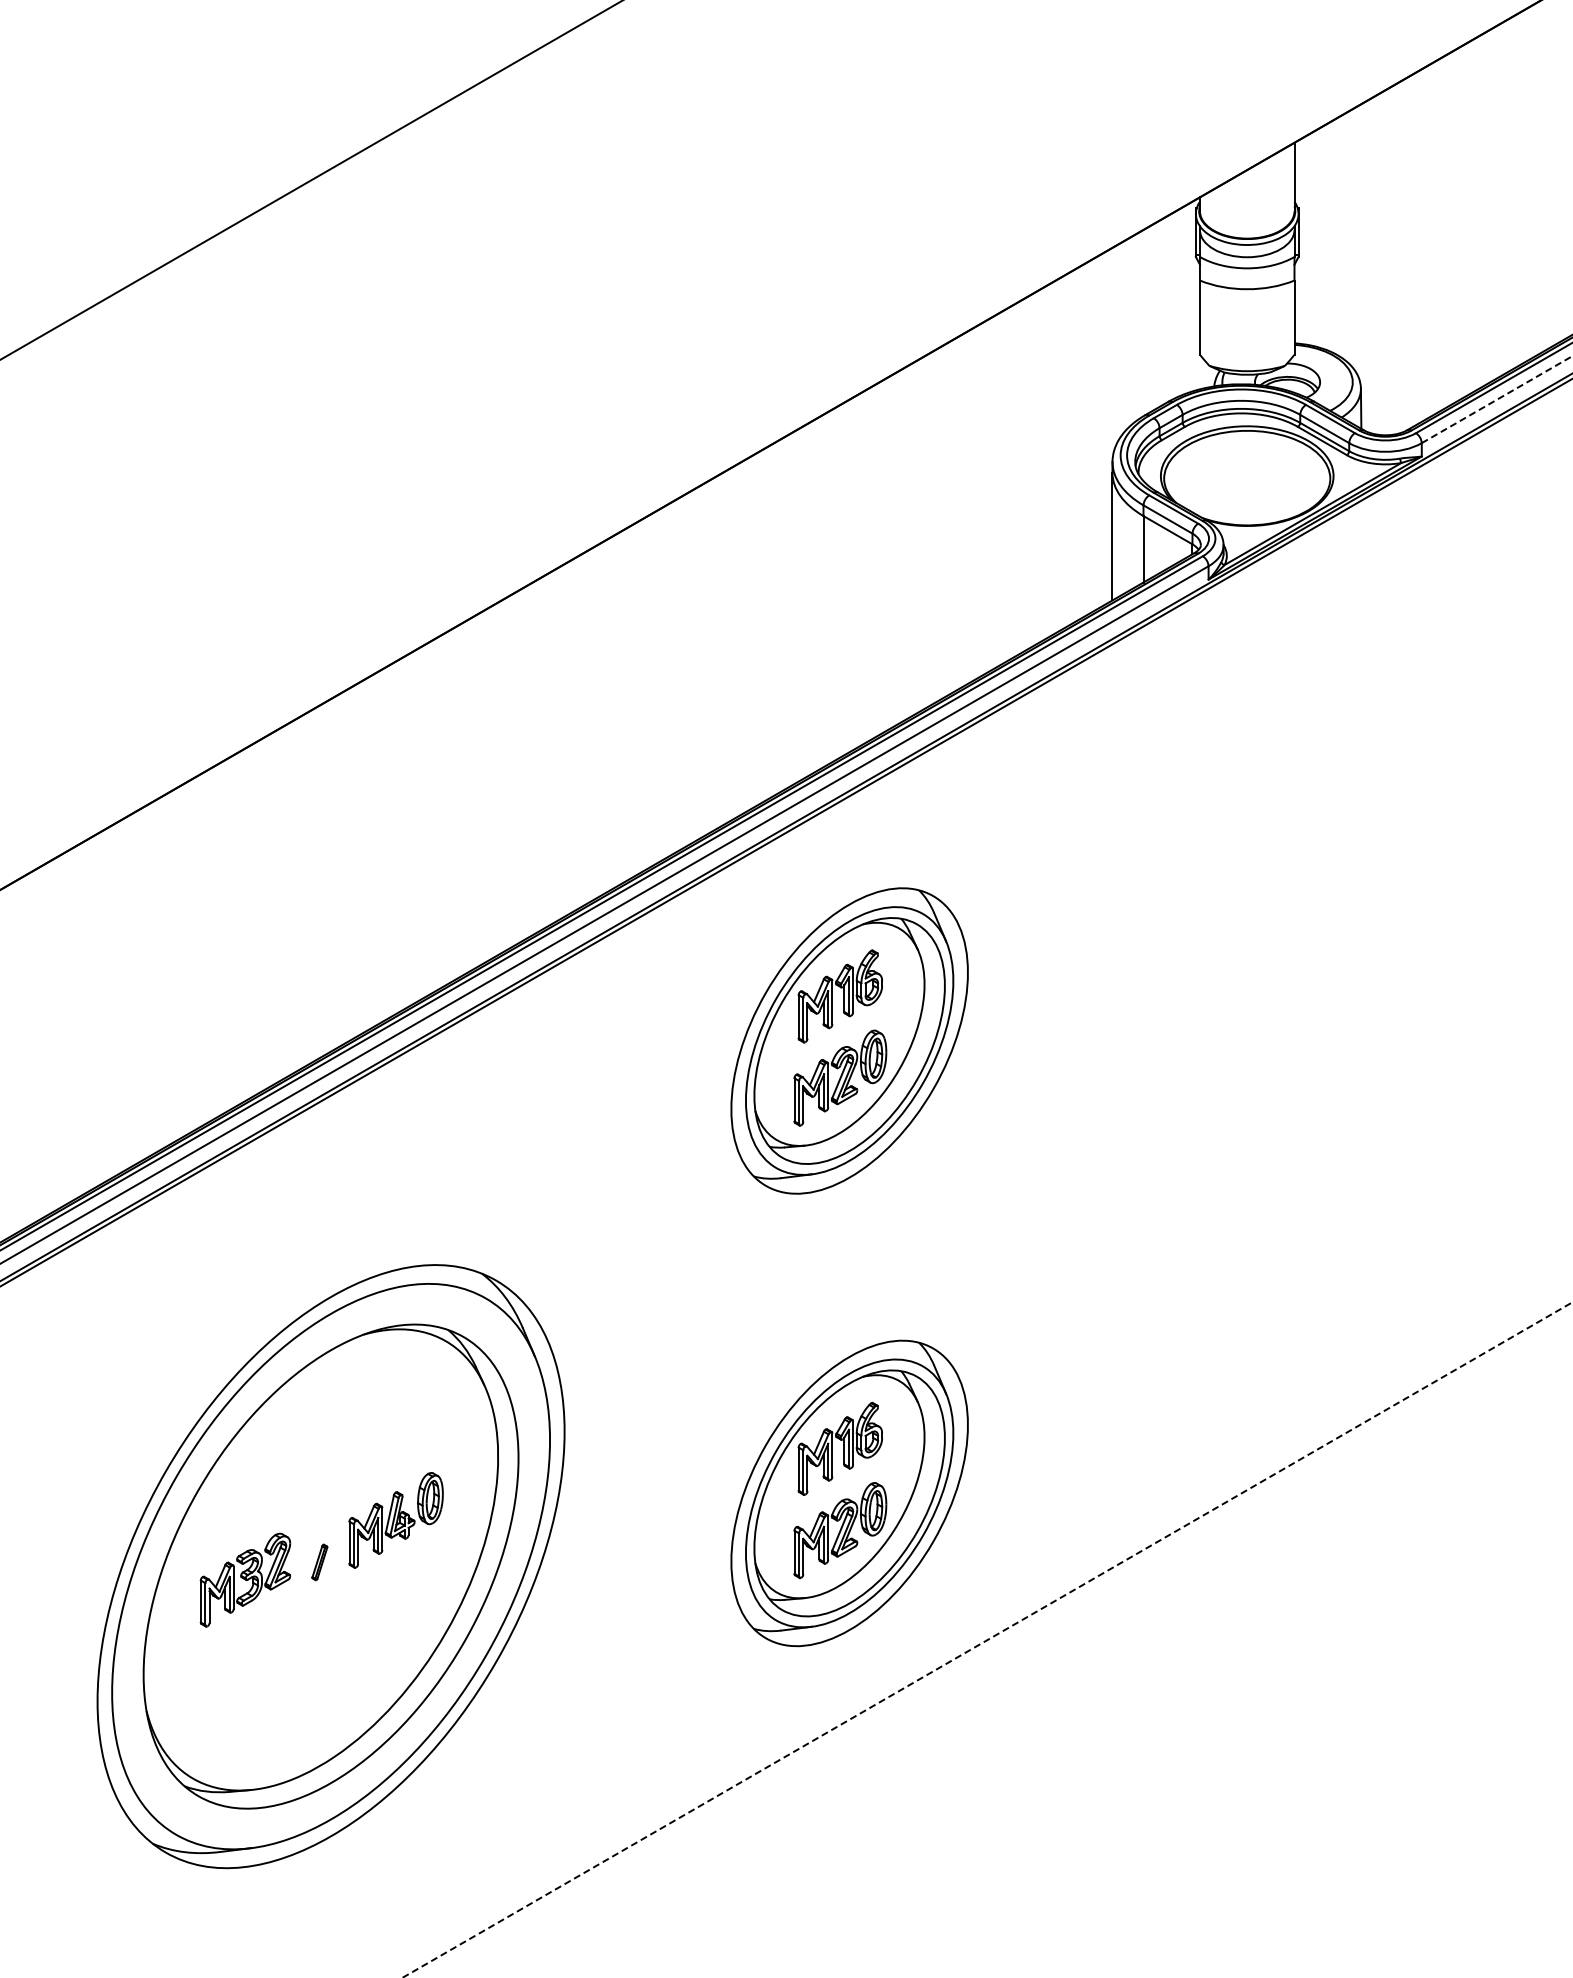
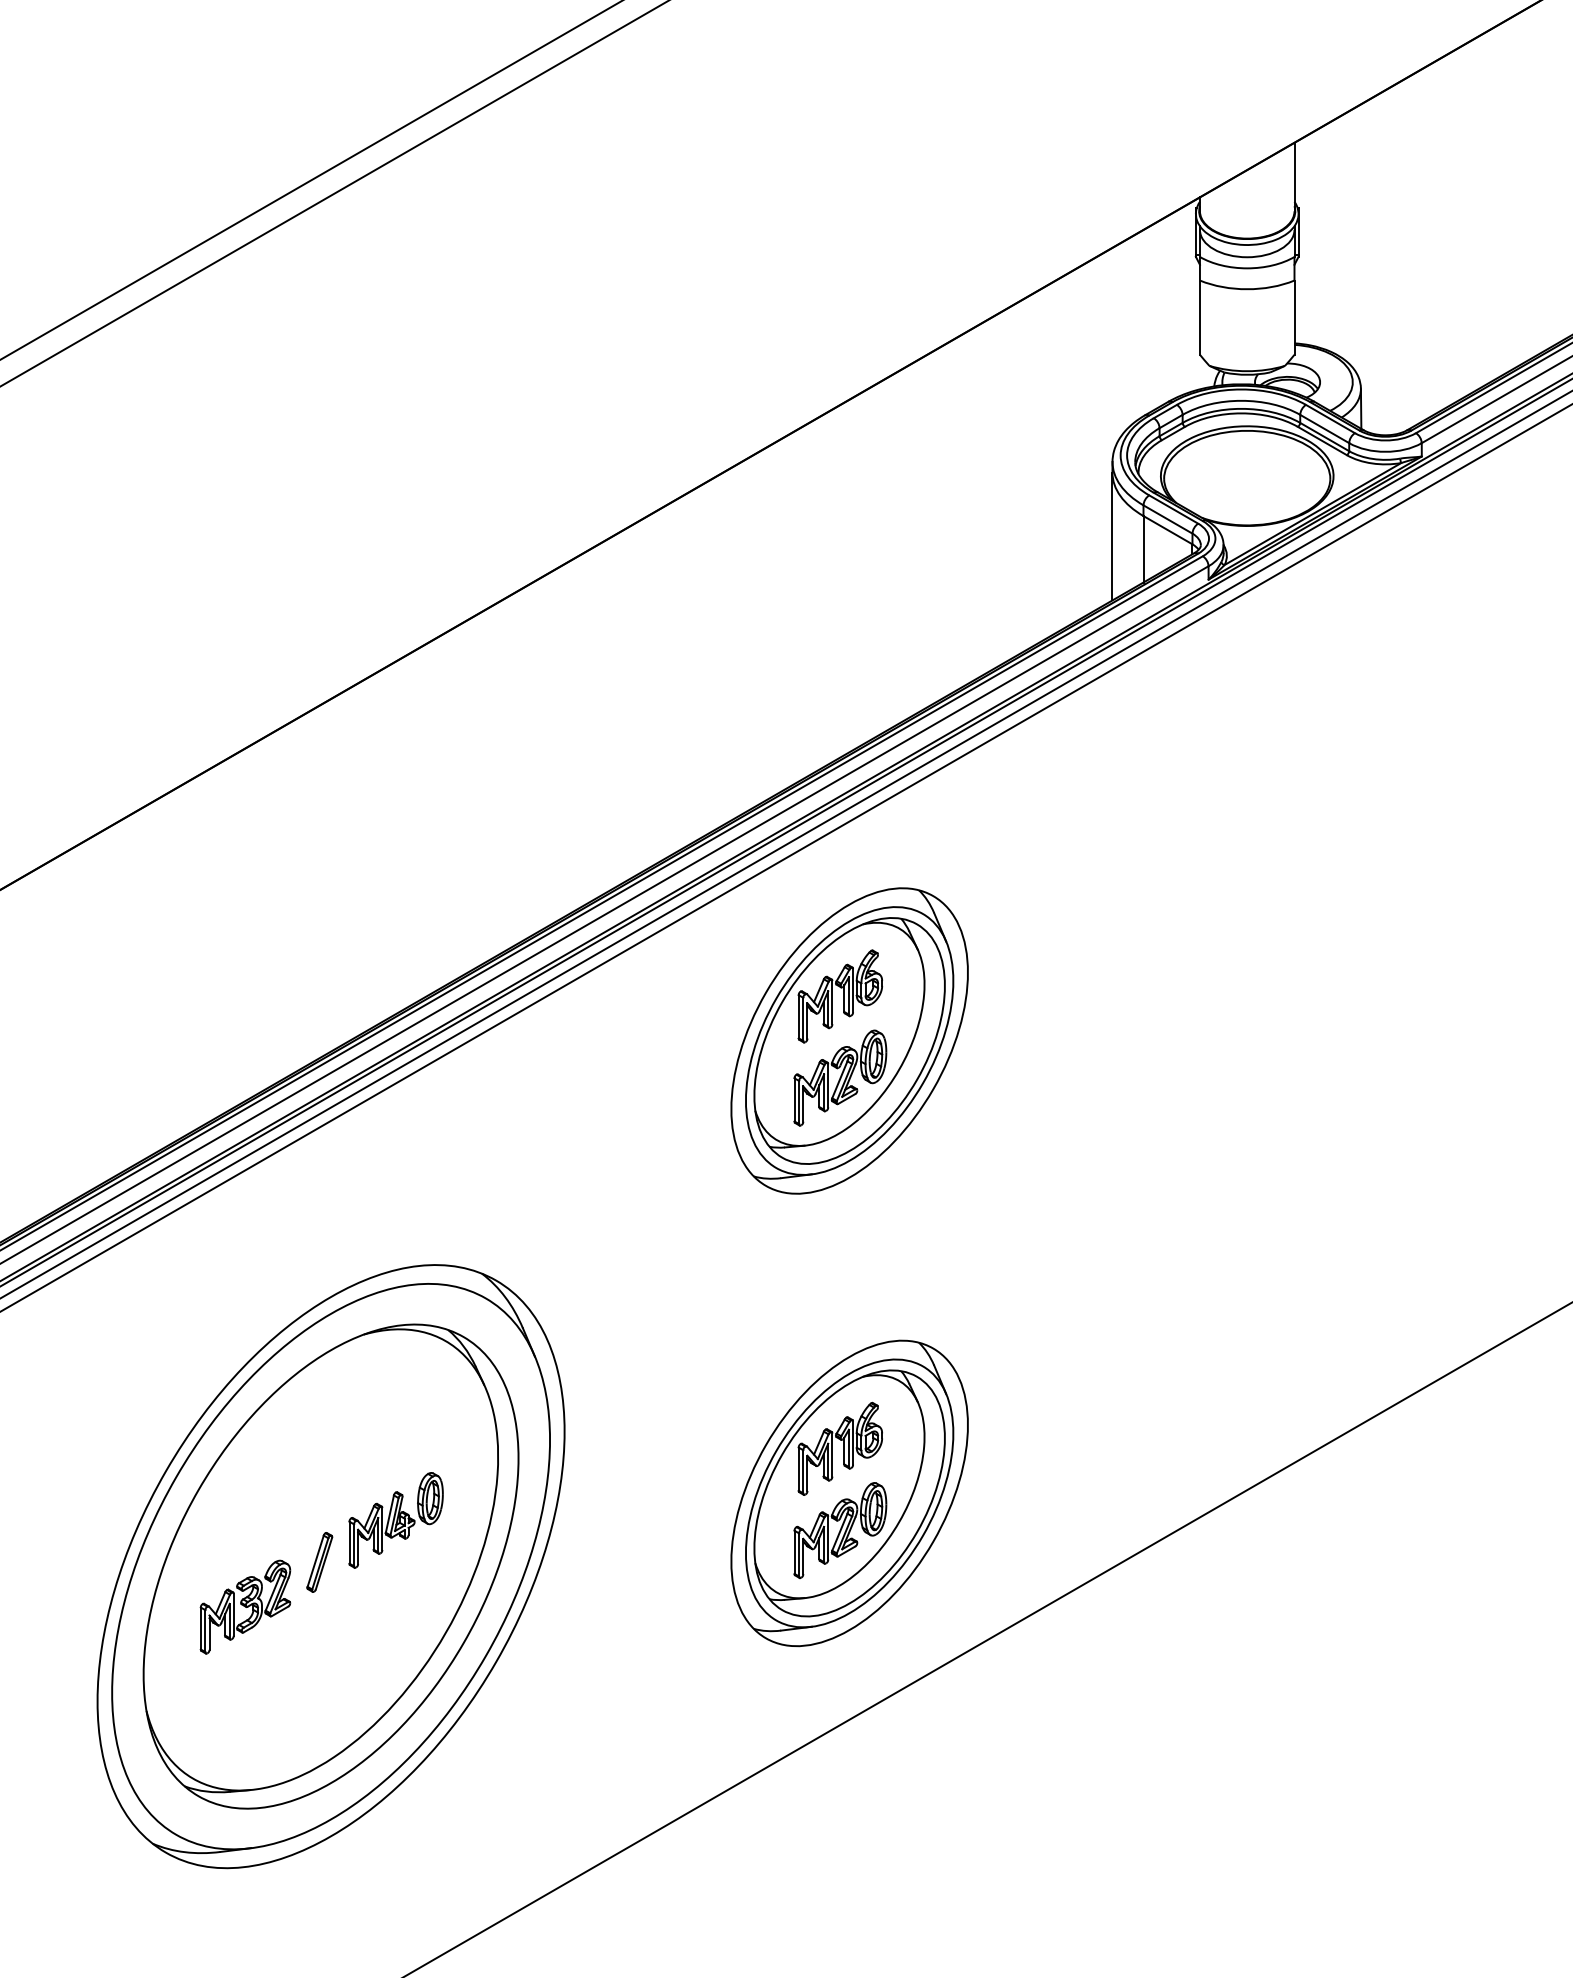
line at (334, 193): none -> present
line at (1497, 399): dashed -> solid
line at (785, 844): none -> present
line at (785, 857): none -> present
part at (319, 1562) size: 18x39 px -> 28x61 px
part at (245, 1579) position: (245, 1579) -> (245, 1606)
line at (987, 1640): dashed -> solid
